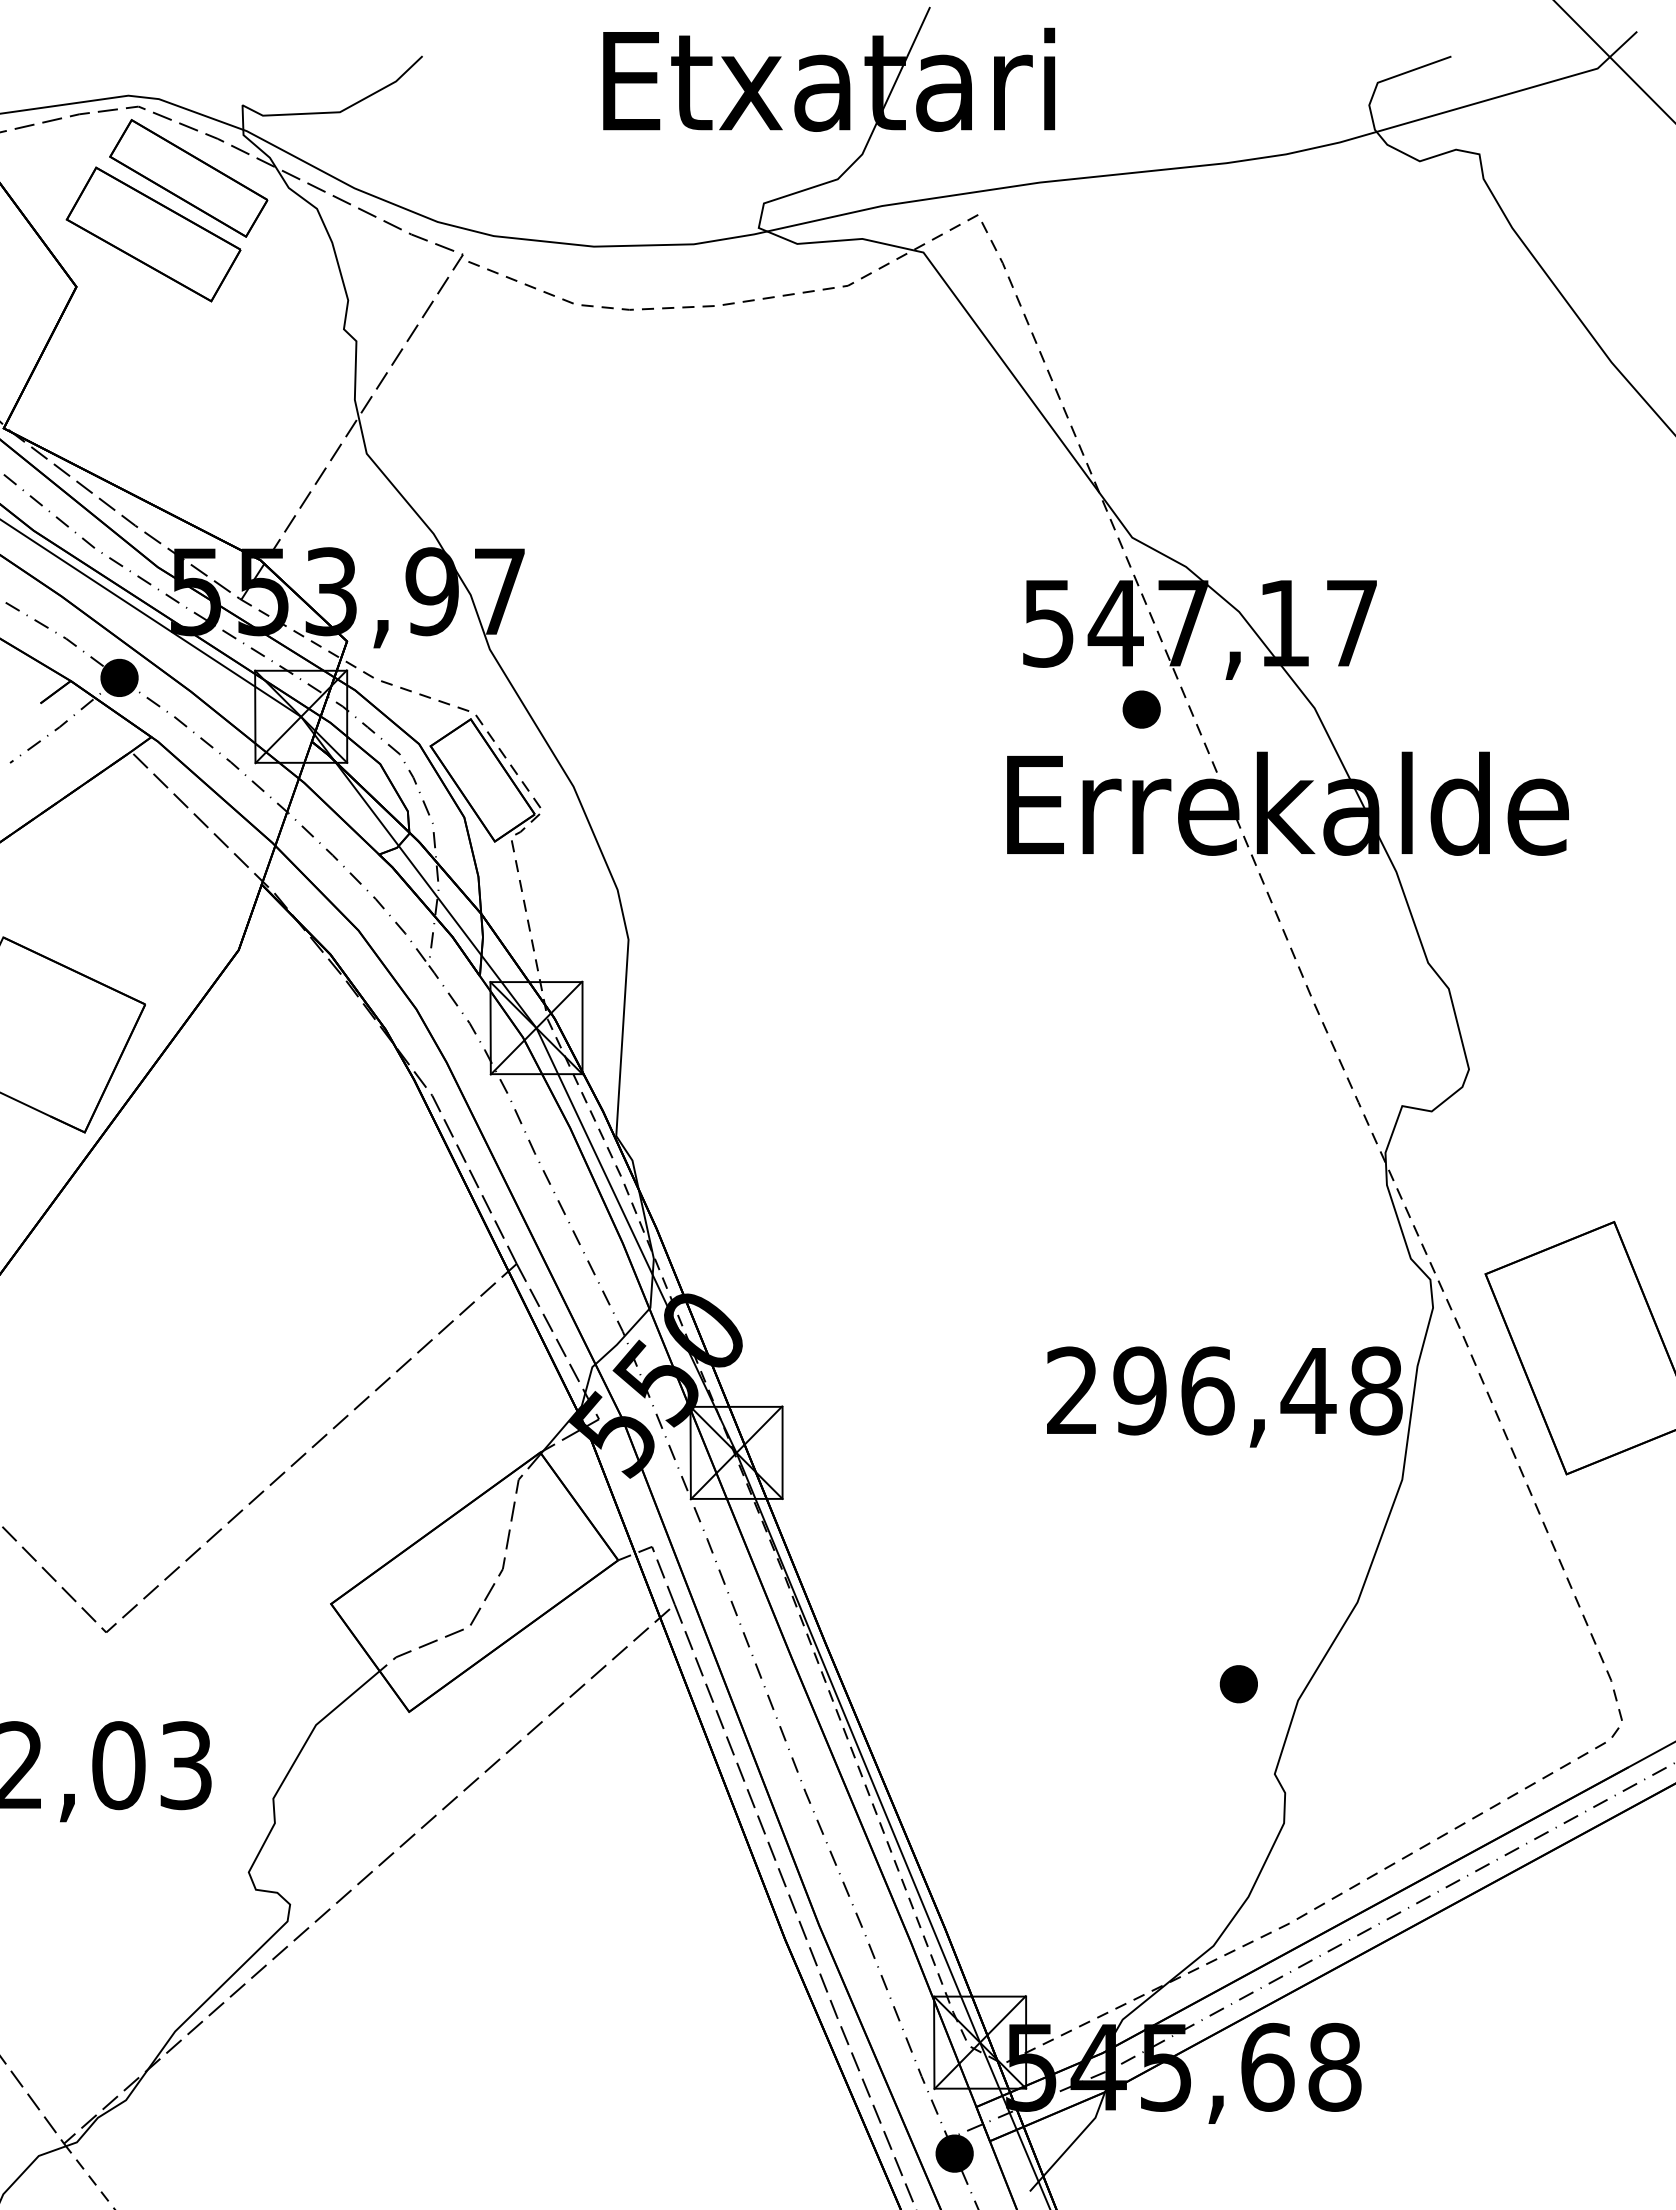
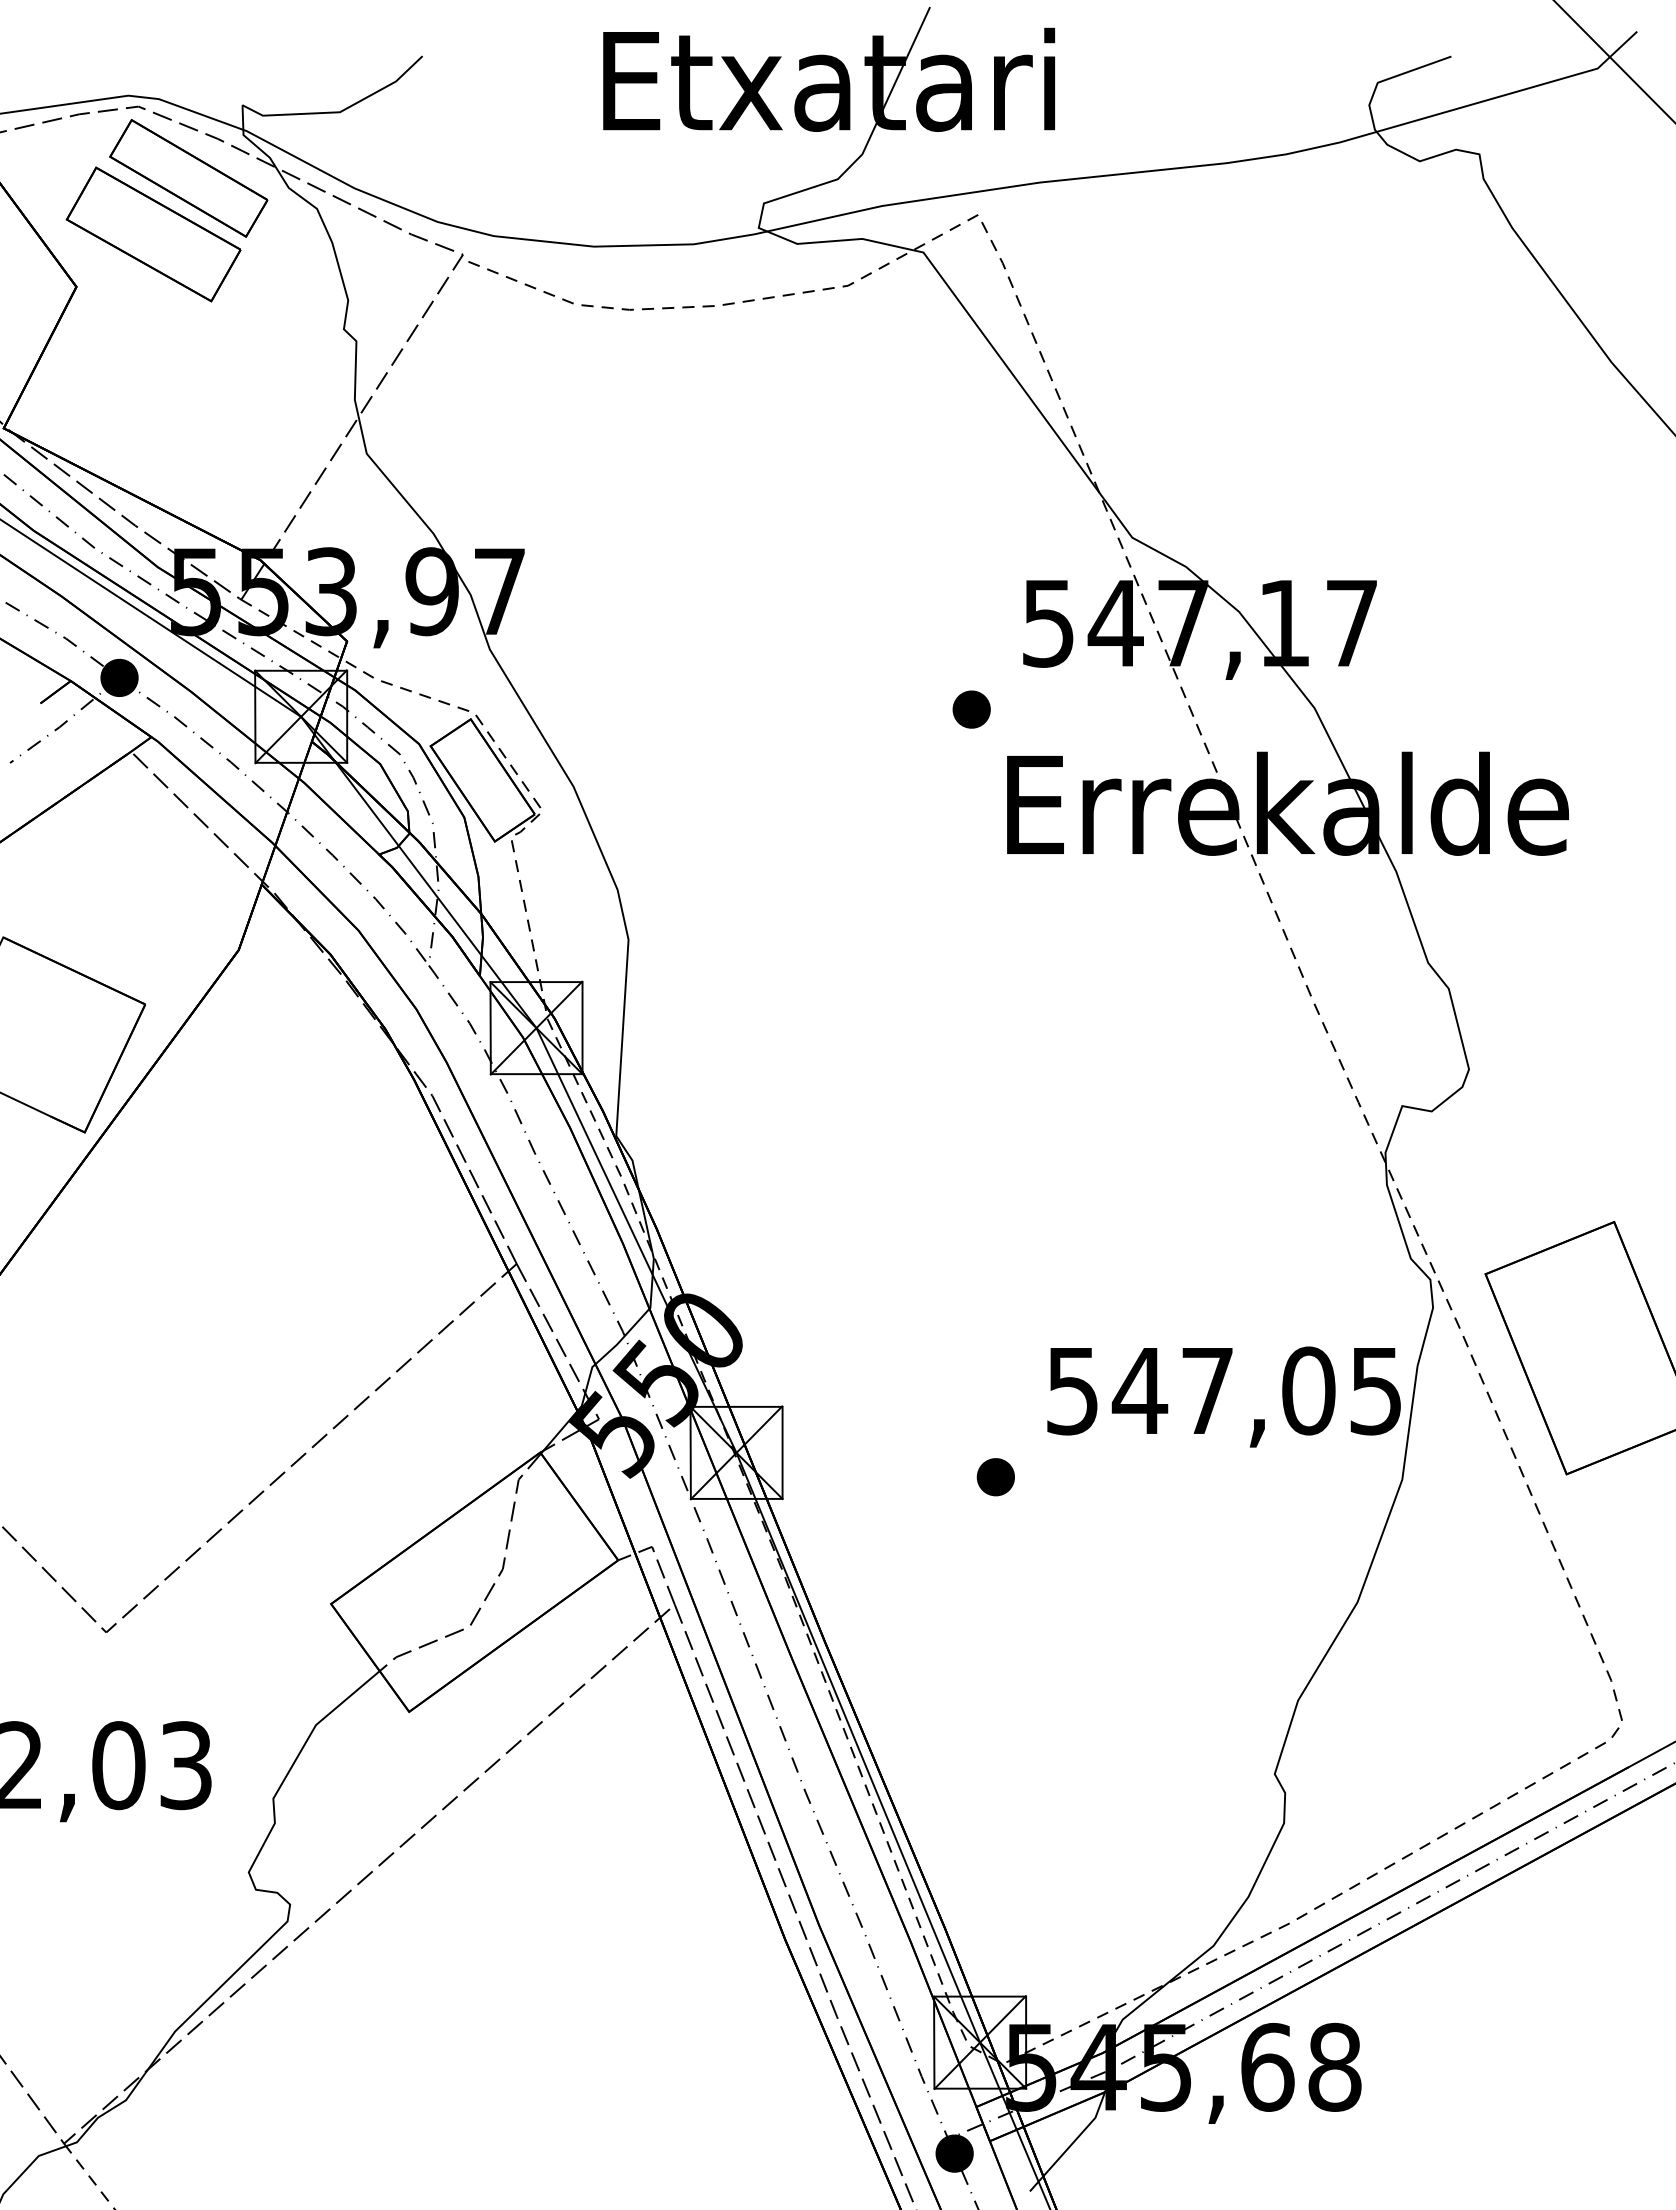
part at (1141, 709) position: (1141, 709) -> (971, 709)
text at (1224, 1390): 296,48 -> 547,05
part at (1238, 1684) position: (1238, 1684) -> (995, 1477)
